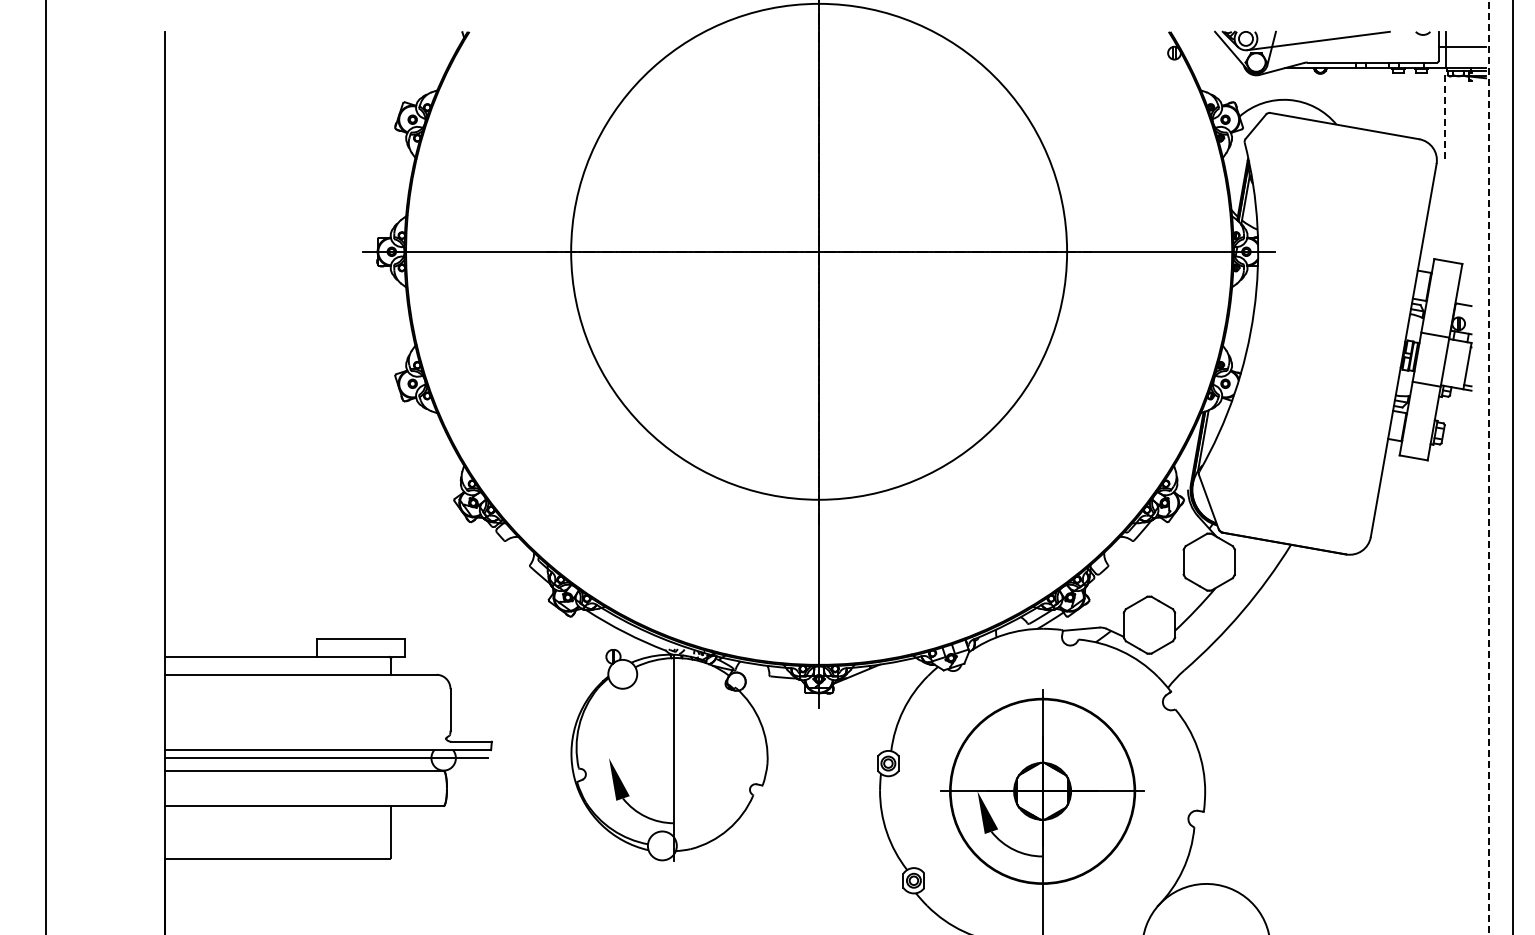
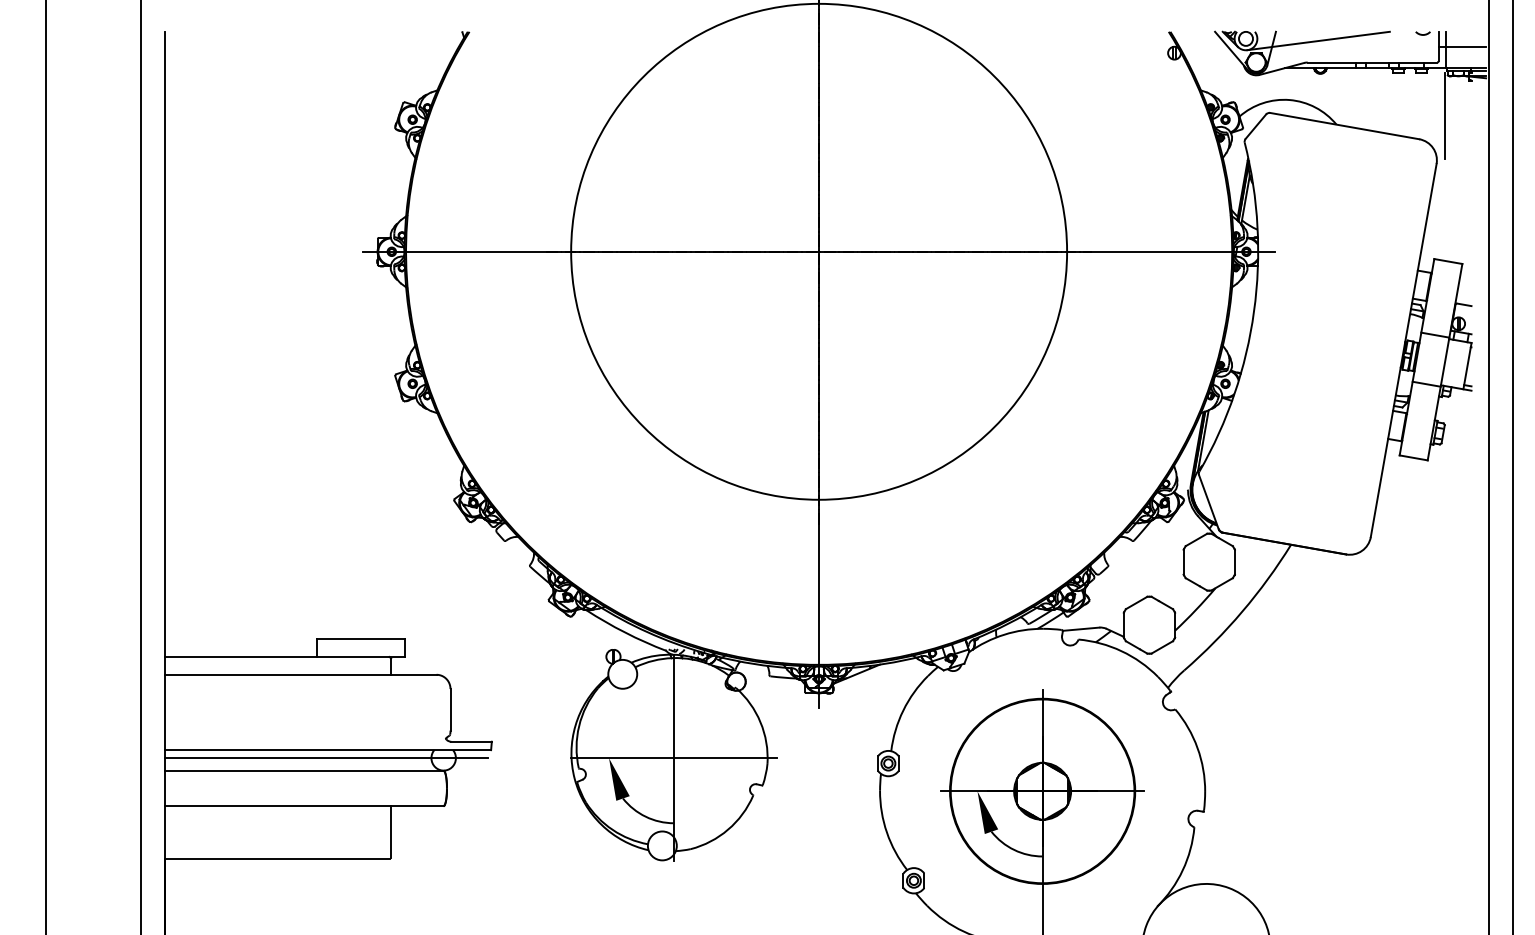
line at (1445, 115): dashed -> solid
line at (140, 466): none -> present
line at (1488, 467): dashed -> solid
line at (674, 758): none -> present
